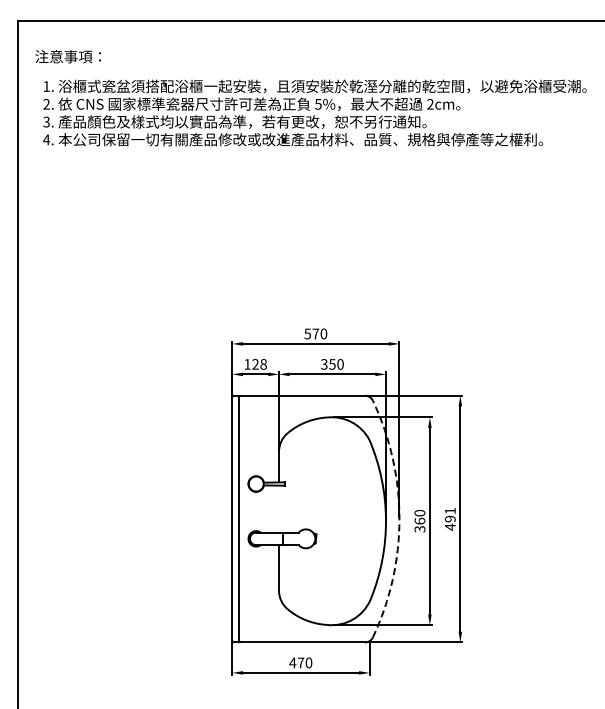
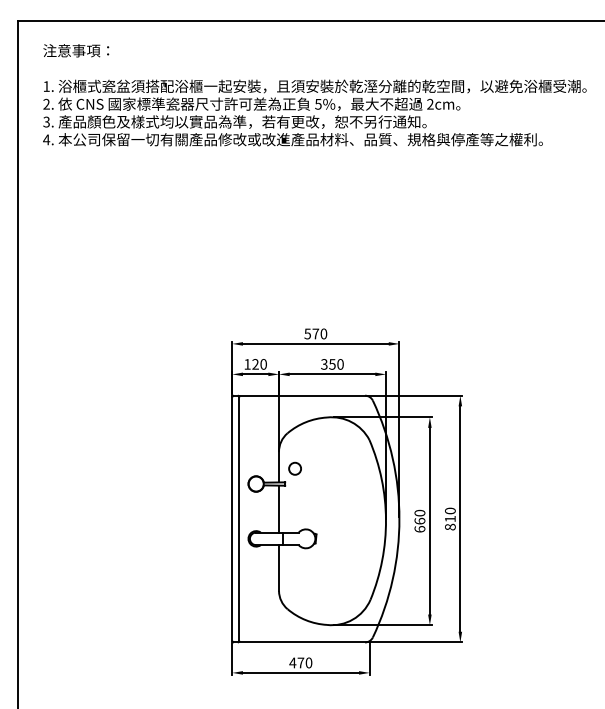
text at (68, 56) position: (68, 56) -> (76, 50)
text at (263, 364): 128 -> 120
circle at (294, 468): none -> present
line at (279, 508): none -> present
text at (449, 518): 491 -> 810
arc at (399, 519): dashed -> solid
text at (419, 529): 360 -> 660
